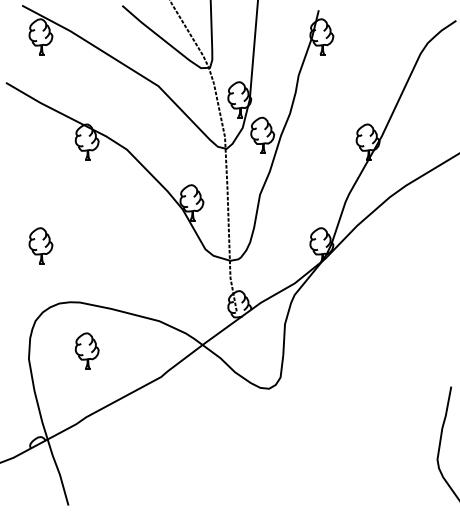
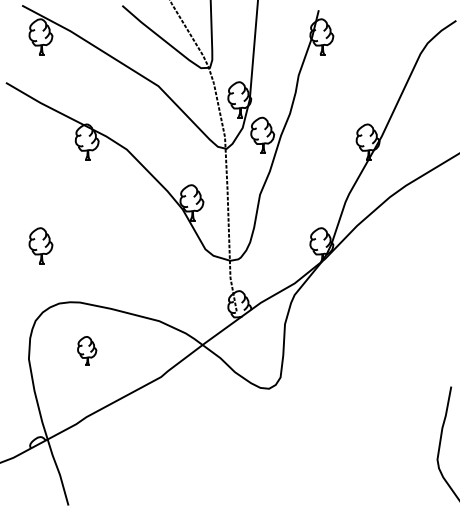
part at (86, 350) size: 26x38 px -> 21x30 px
